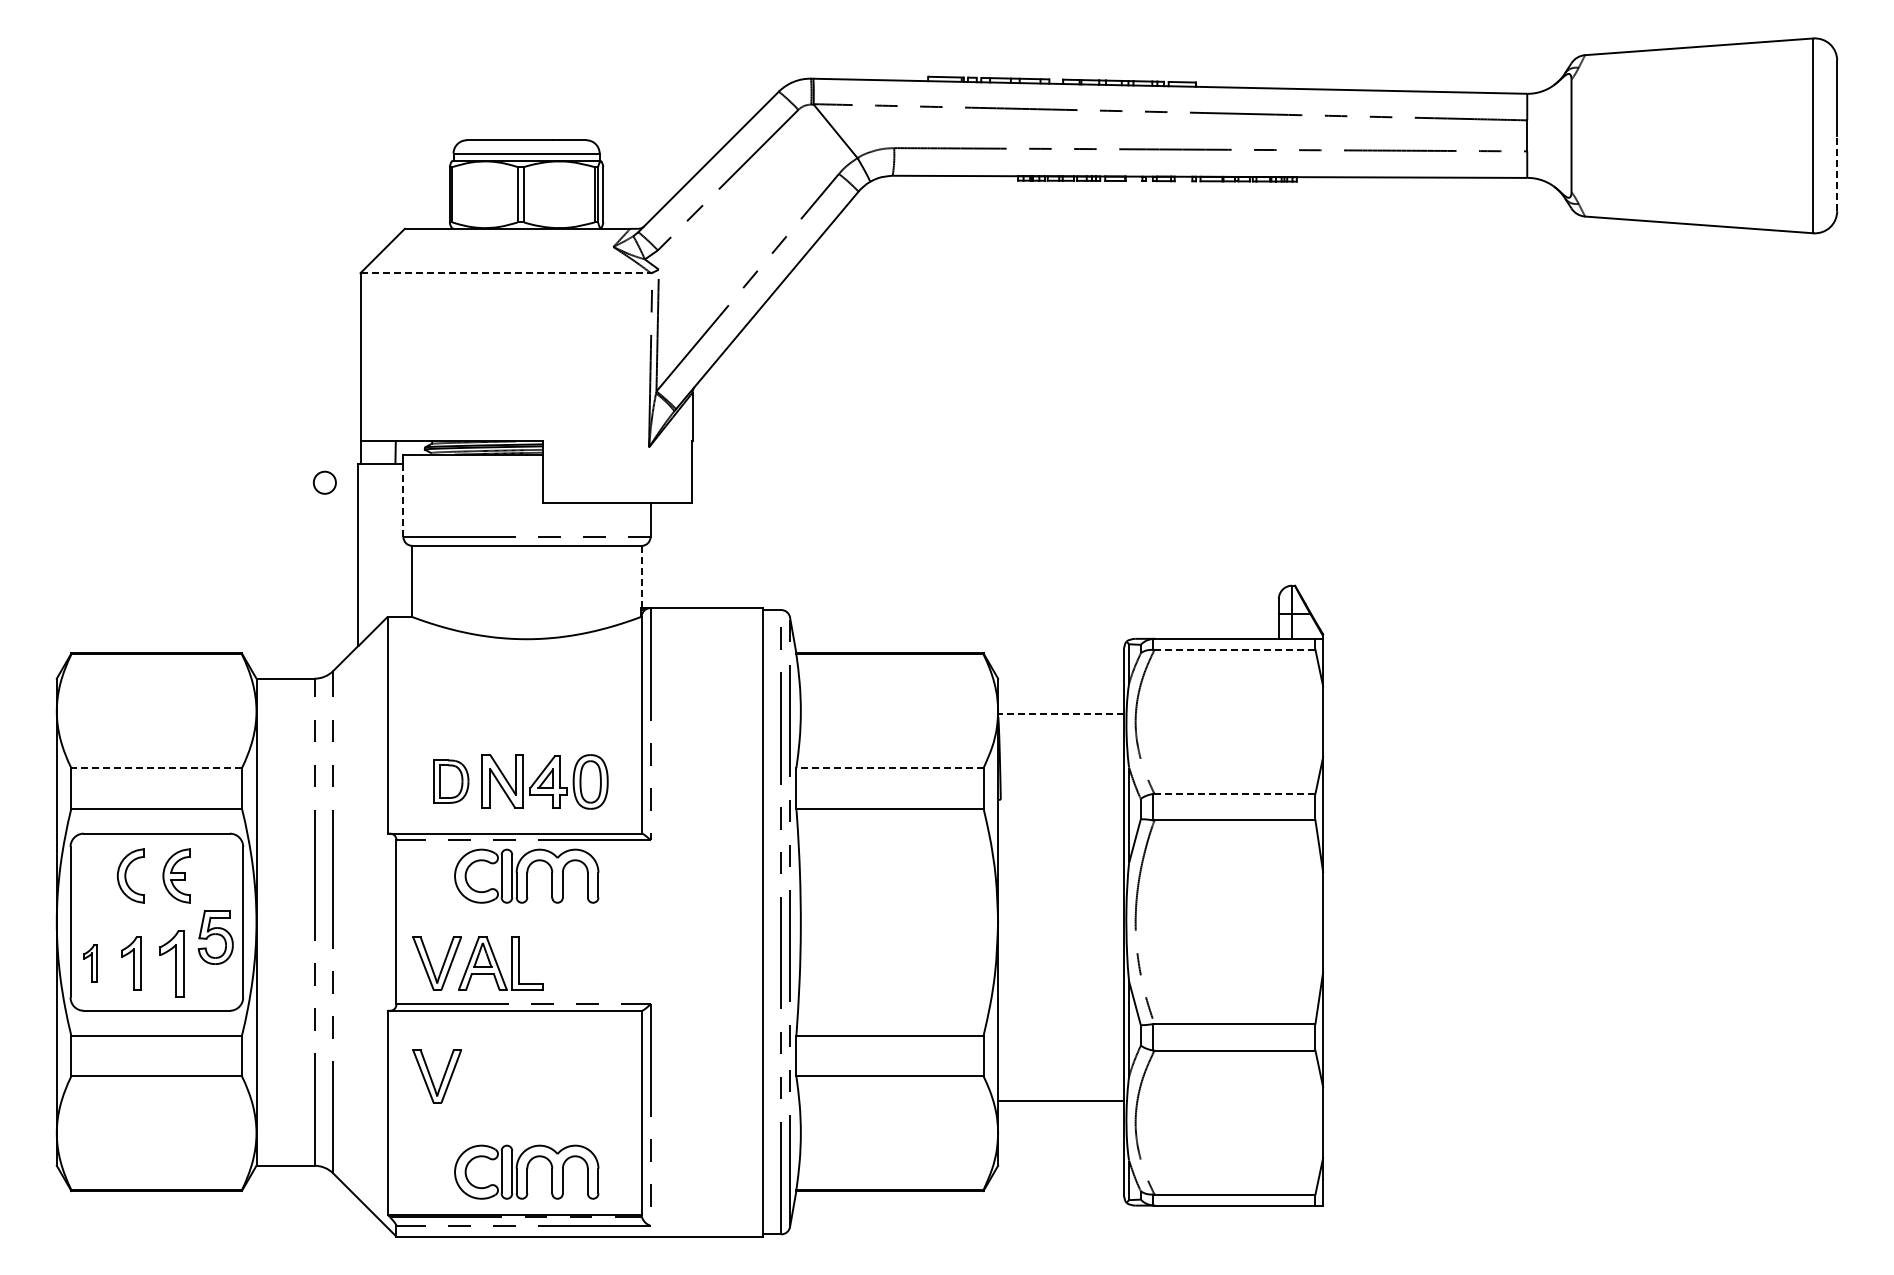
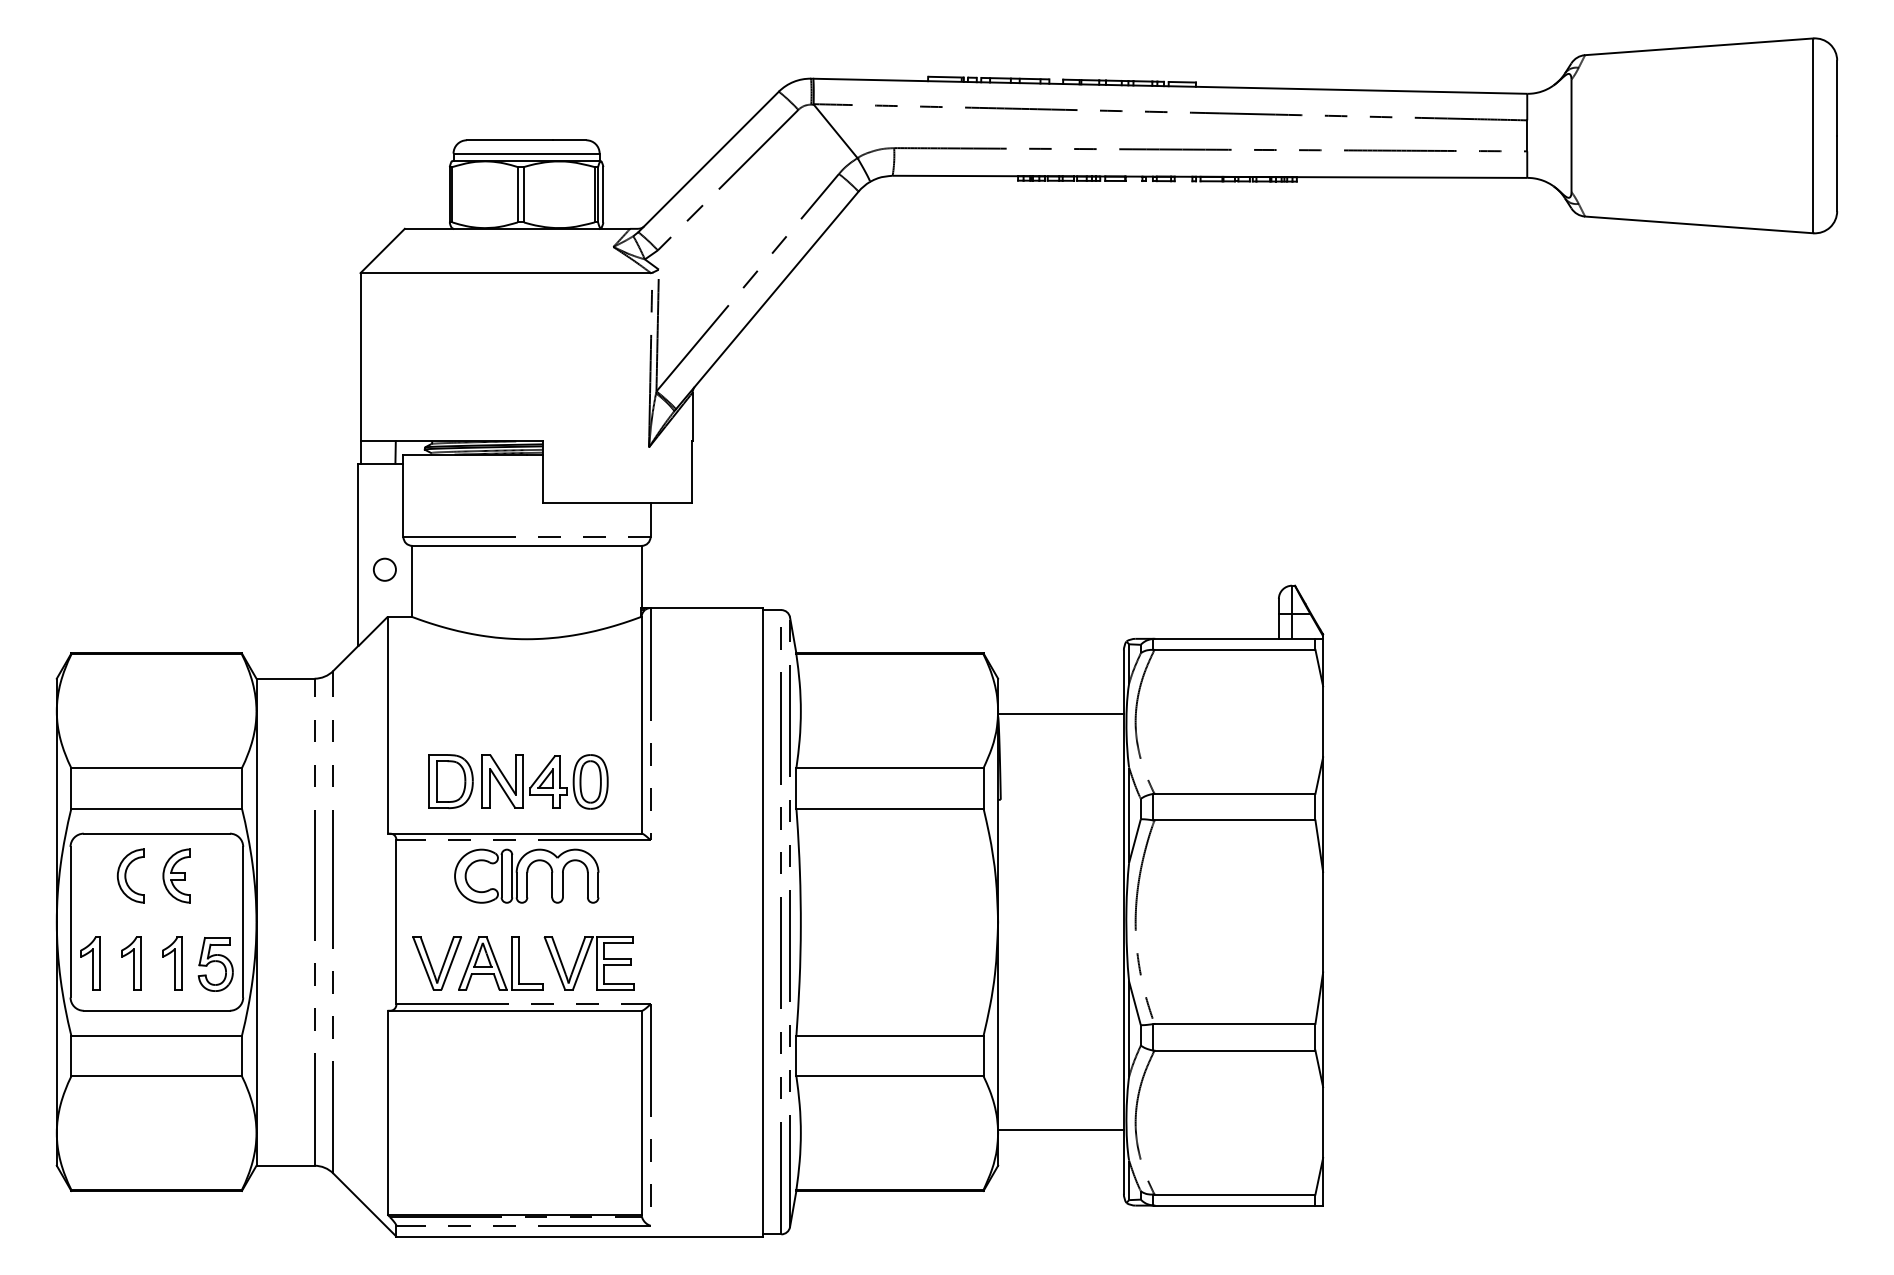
line at (1837, 173): dashed -> solid
line at (506, 273): dashed -> solid
circle at (324, 482) position: (324, 482) -> (384, 569)
line at (403, 500): dashed -> solid
line at (641, 576): dashed -> solid
line at (1234, 649): dashed -> solid
line at (1061, 714): dashed -> solid
line at (156, 768): dashed -> solid
line at (889, 768): dashed -> solid
part at (451, 781) size: 37x45 px -> 46x56 px
line at (1235, 793): dashed -> solid
part at (215, 937) position: (215, 937) -> (215, 964)
part at (90, 963) size: 15x39 px -> 21x55 px
part at (171, 963) size: 26x68 px -> 21x55 px
part at (588, 963): none -> present
part at (436, 1076): present -> none
line at (1060, 1101) position: (1060, 1101) -> (1060, 1130)
part at (526, 1171): present -> none
